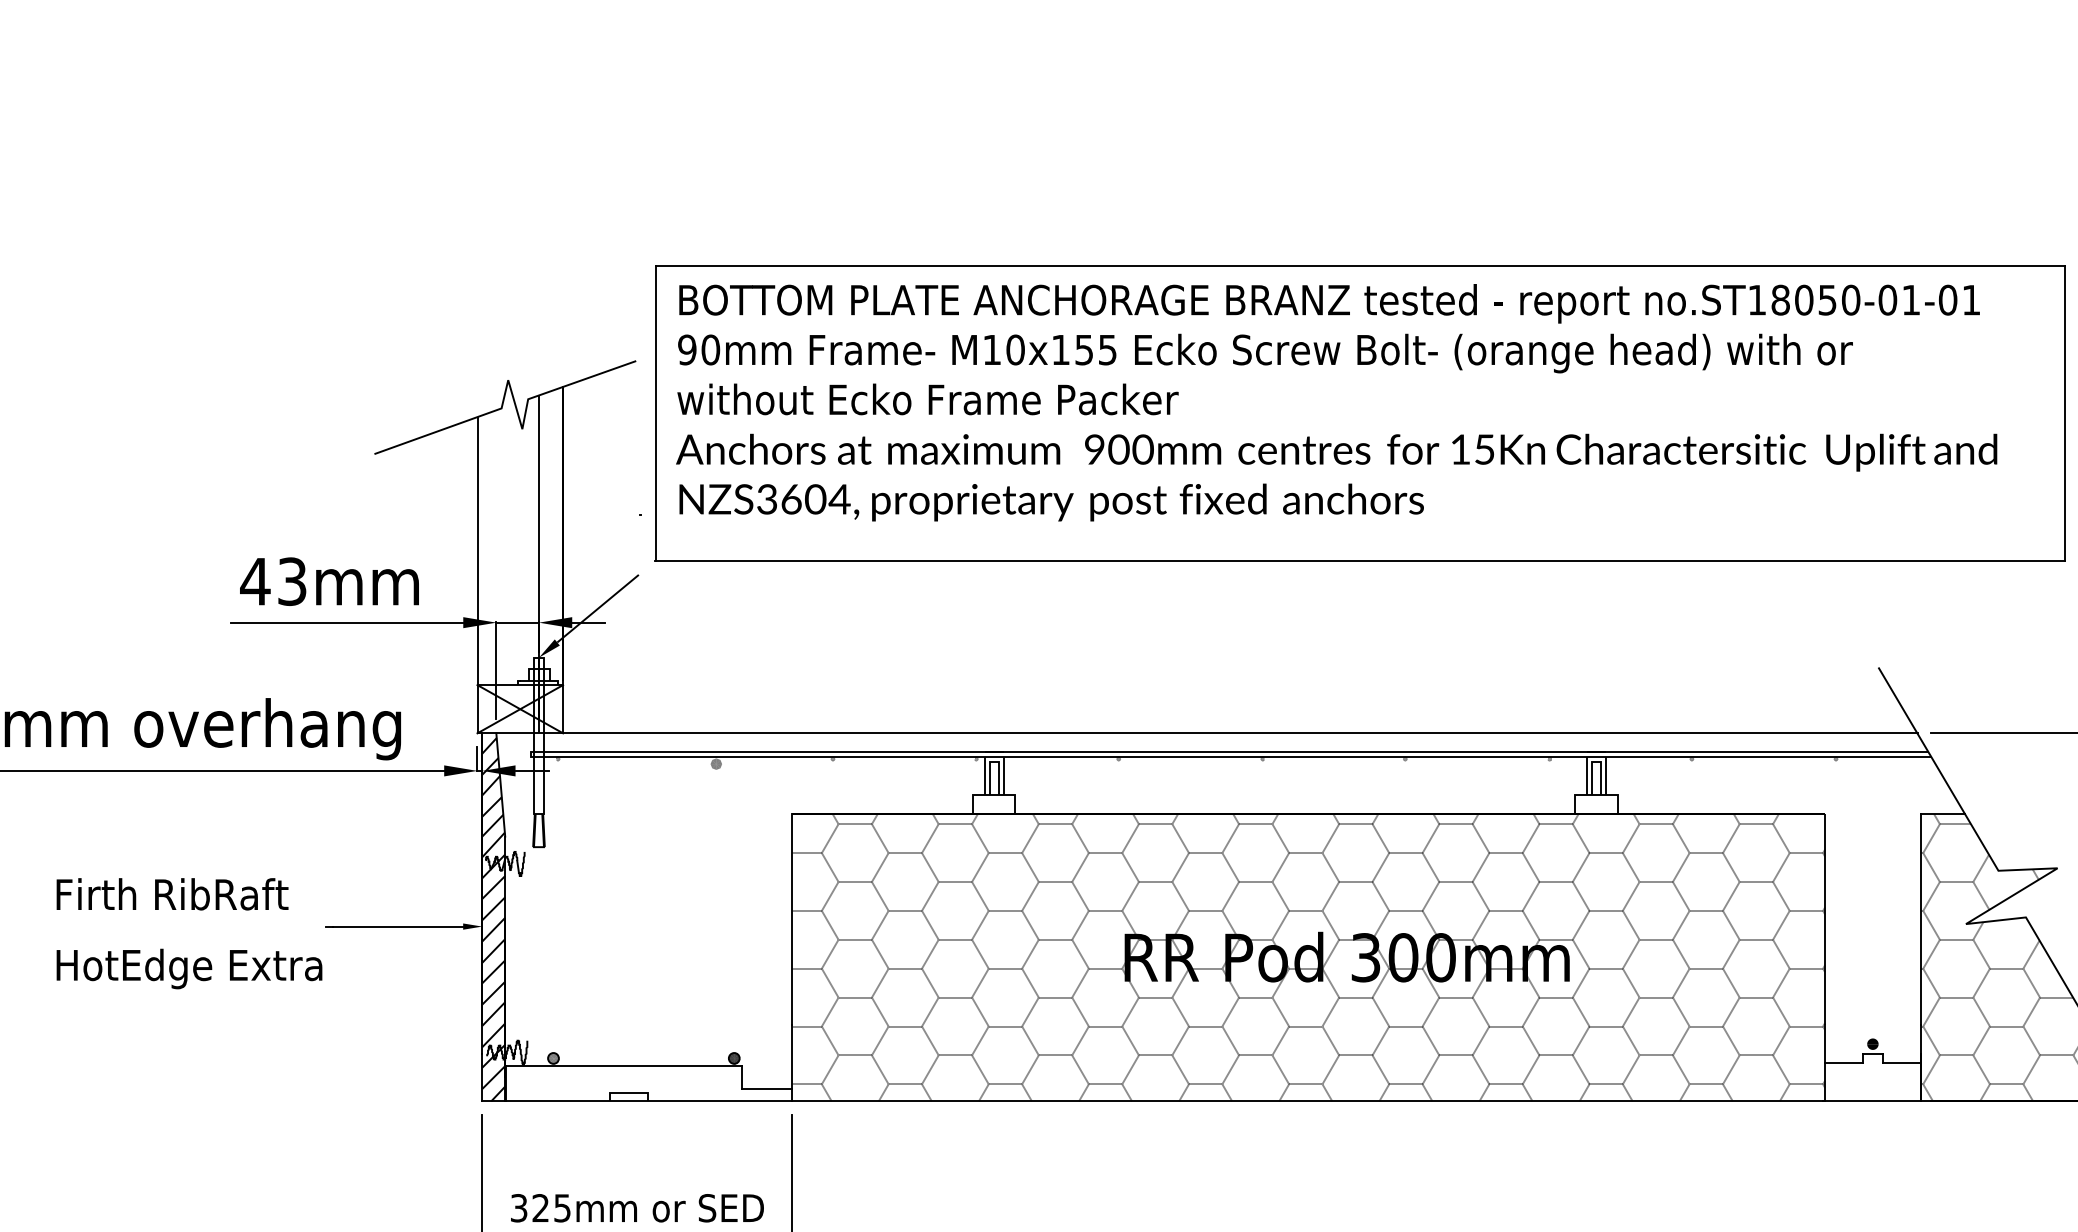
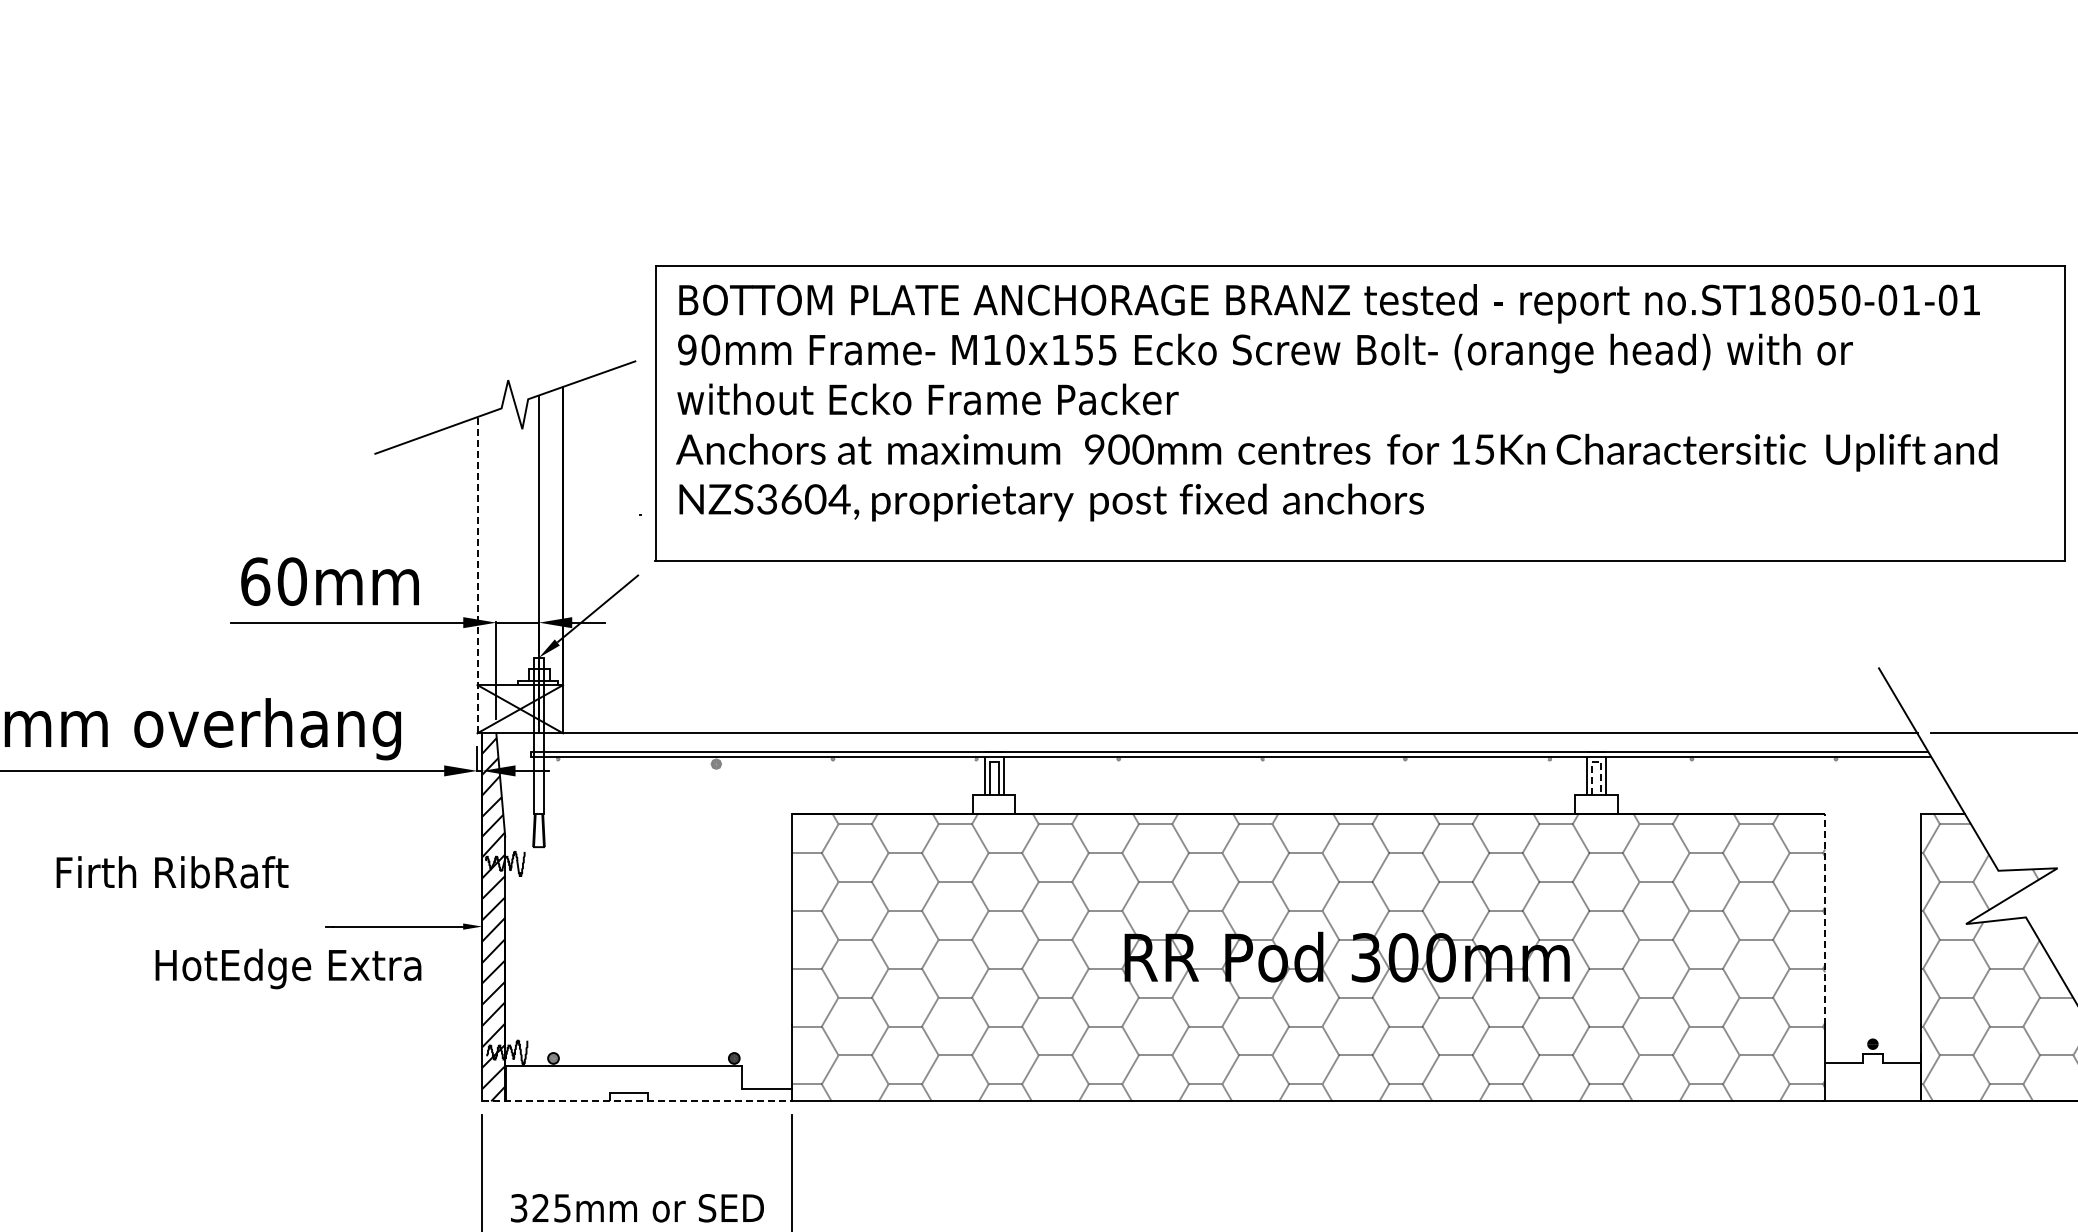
line at (477, 575): solid -> dashed
text at (273, 581): 43mm -> 60mm
line at (1596, 761): solid -> dashed
text at (172, 894) position: (172, 894) -> (172, 872)
line at (1825, 919): solid -> dashed
text at (189, 968) position: (189, 968) -> (288, 968)
line at (637, 1101): solid -> dashed
